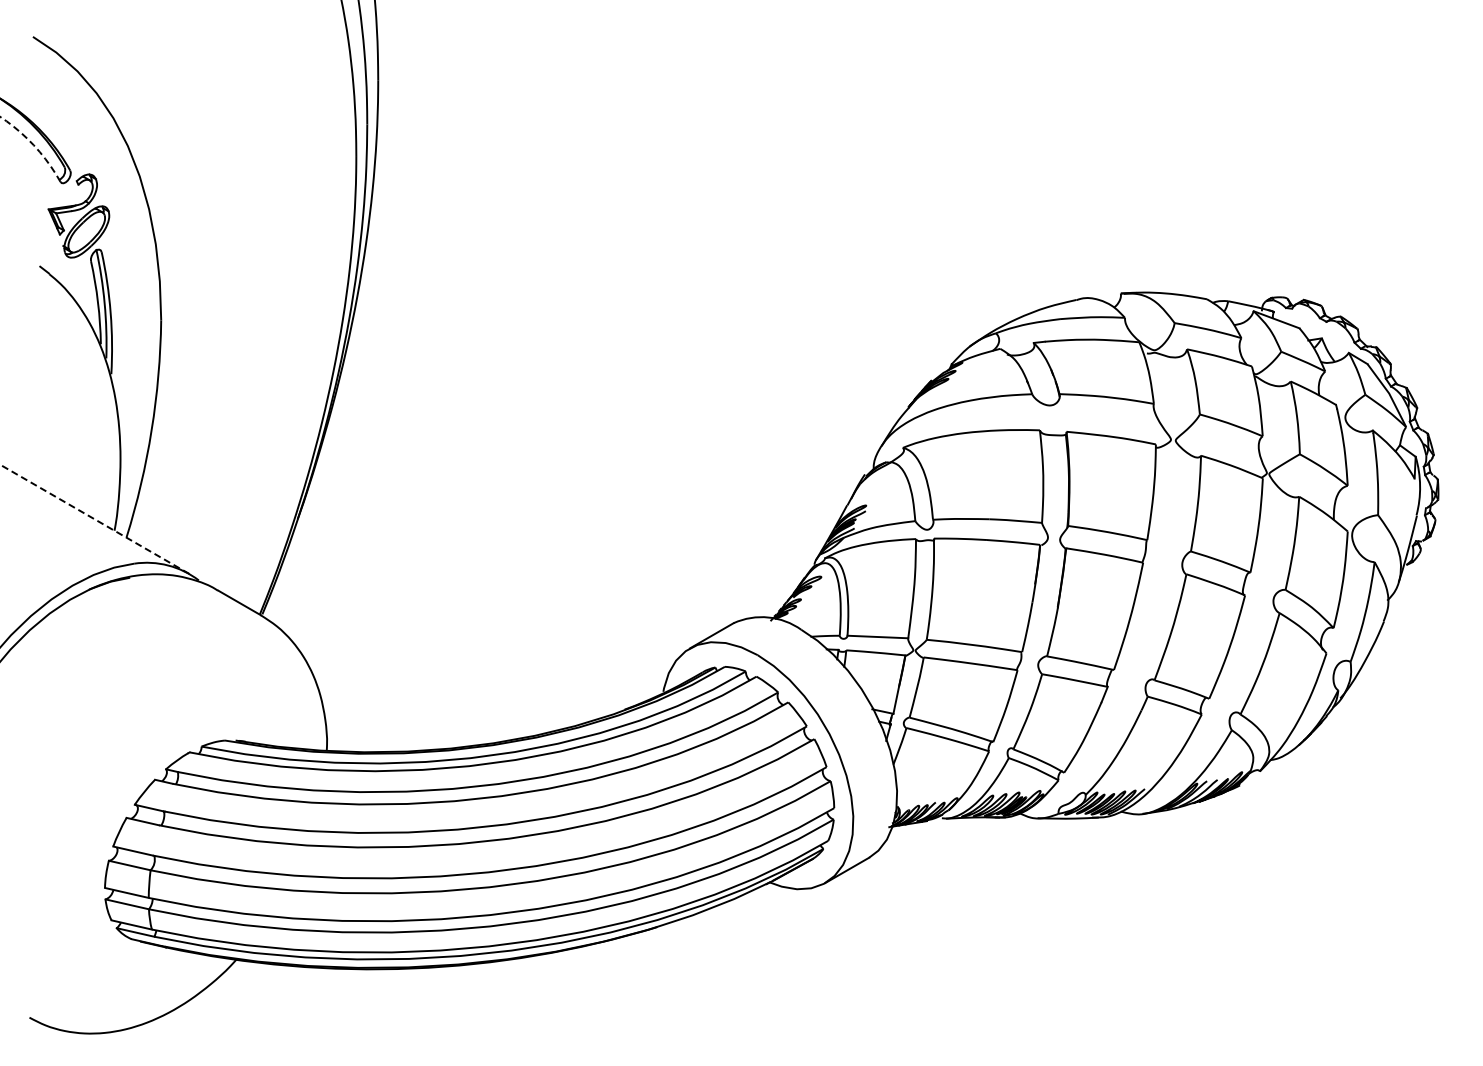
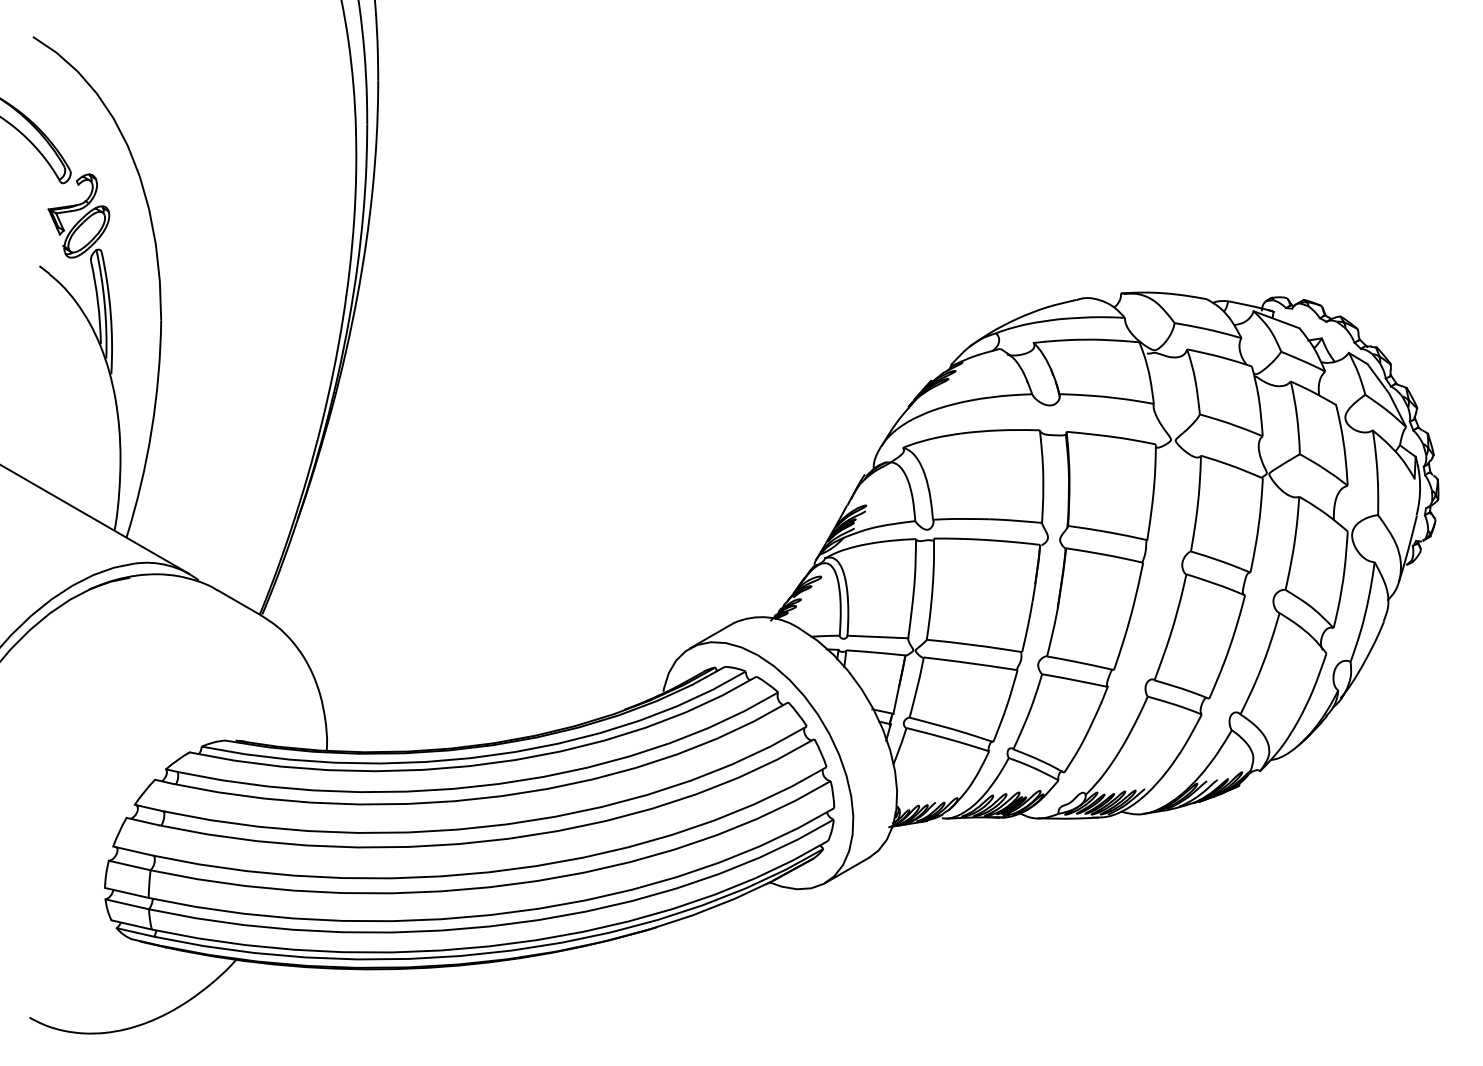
arc at (33, 145): dashed -> solid
line at (94, 519): dashed -> solid
